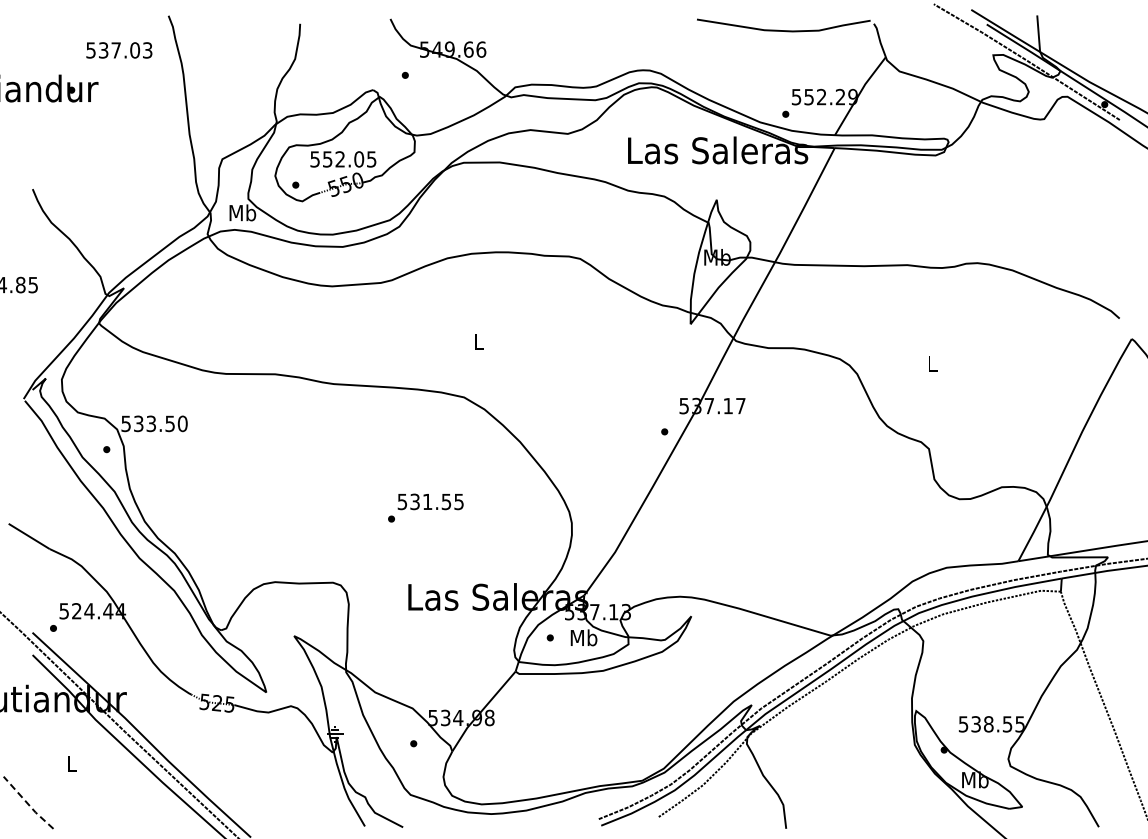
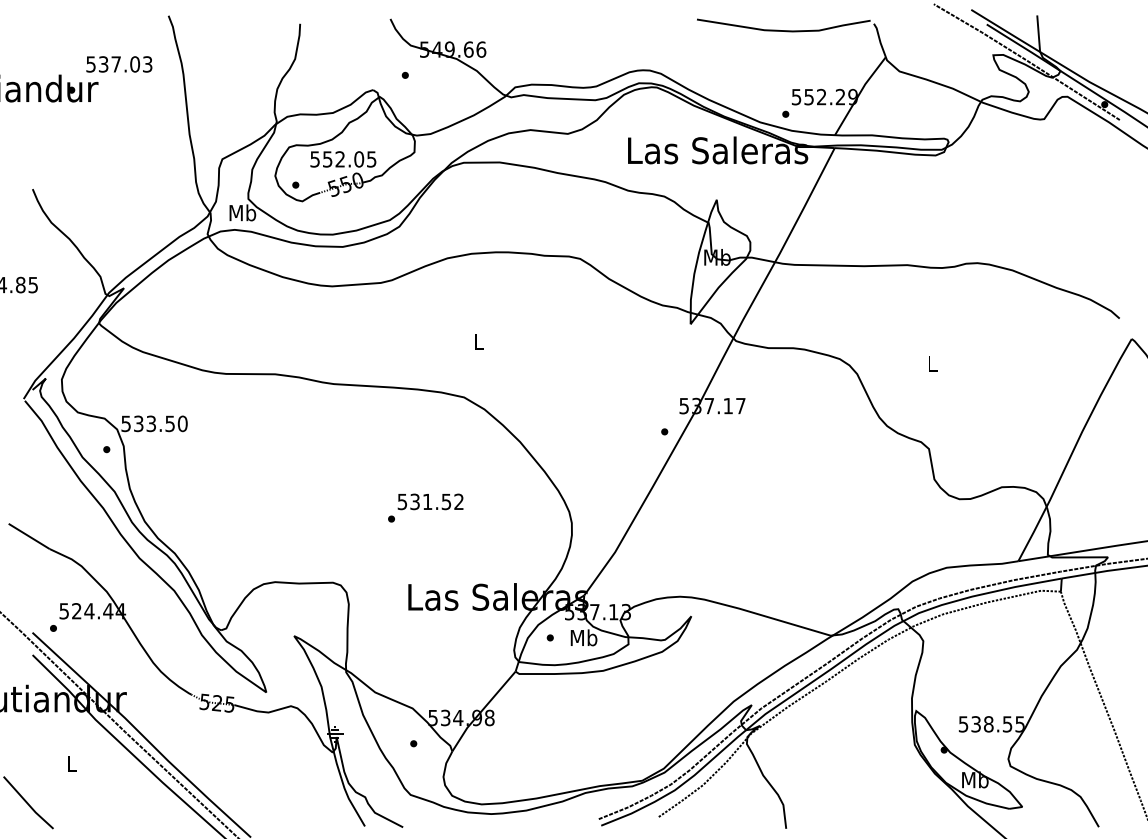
text at (119, 50) position: (119, 50) -> (119, 64)
text at (458, 501): 531.55 -> 531.52
line at (27, 803): dashed -> solid
